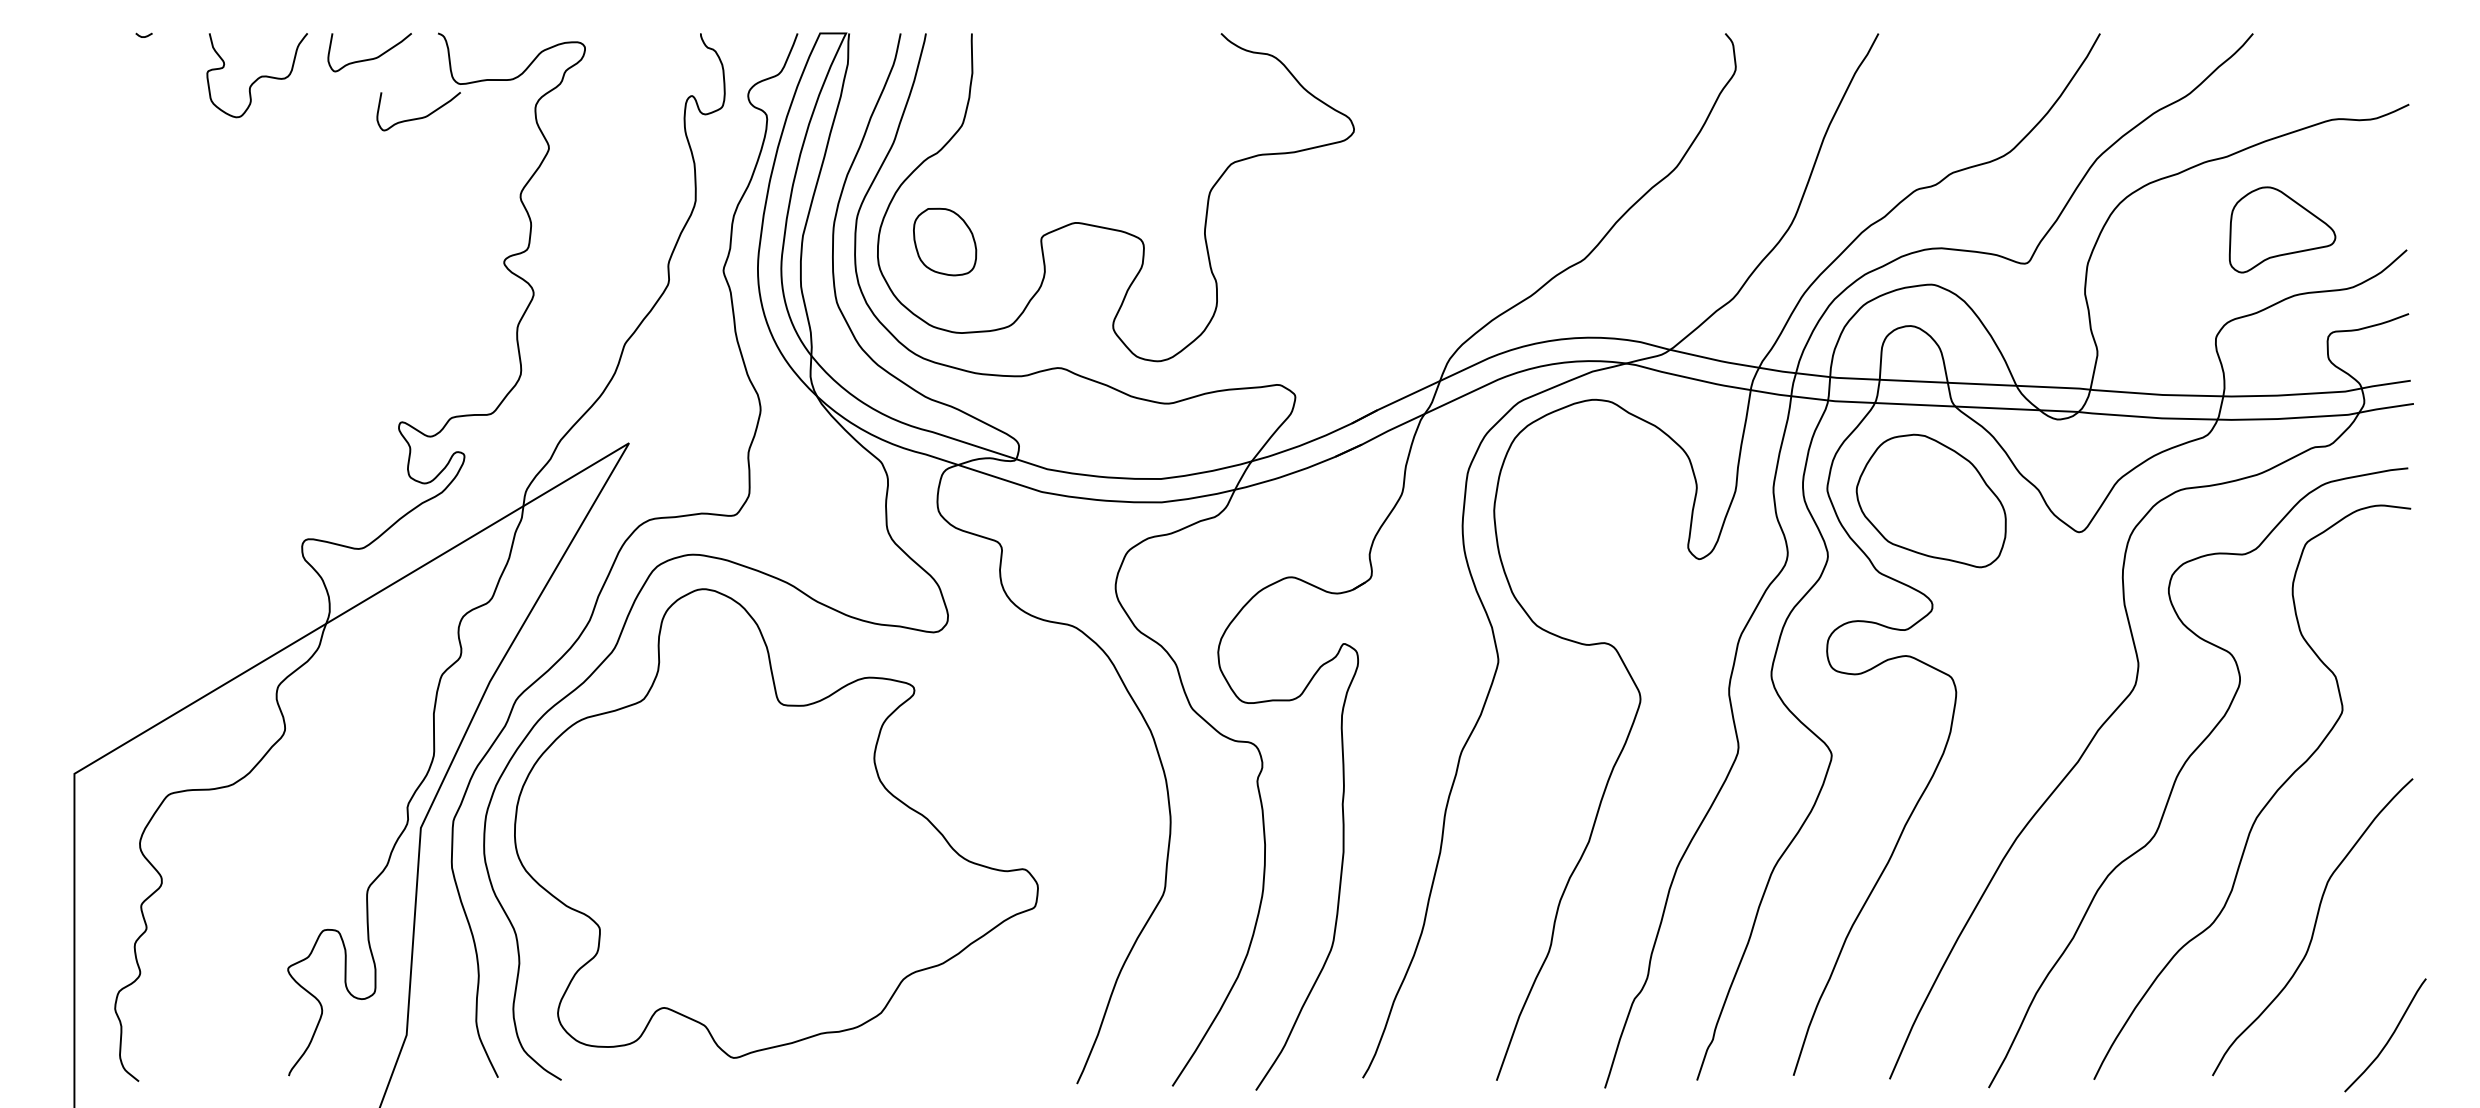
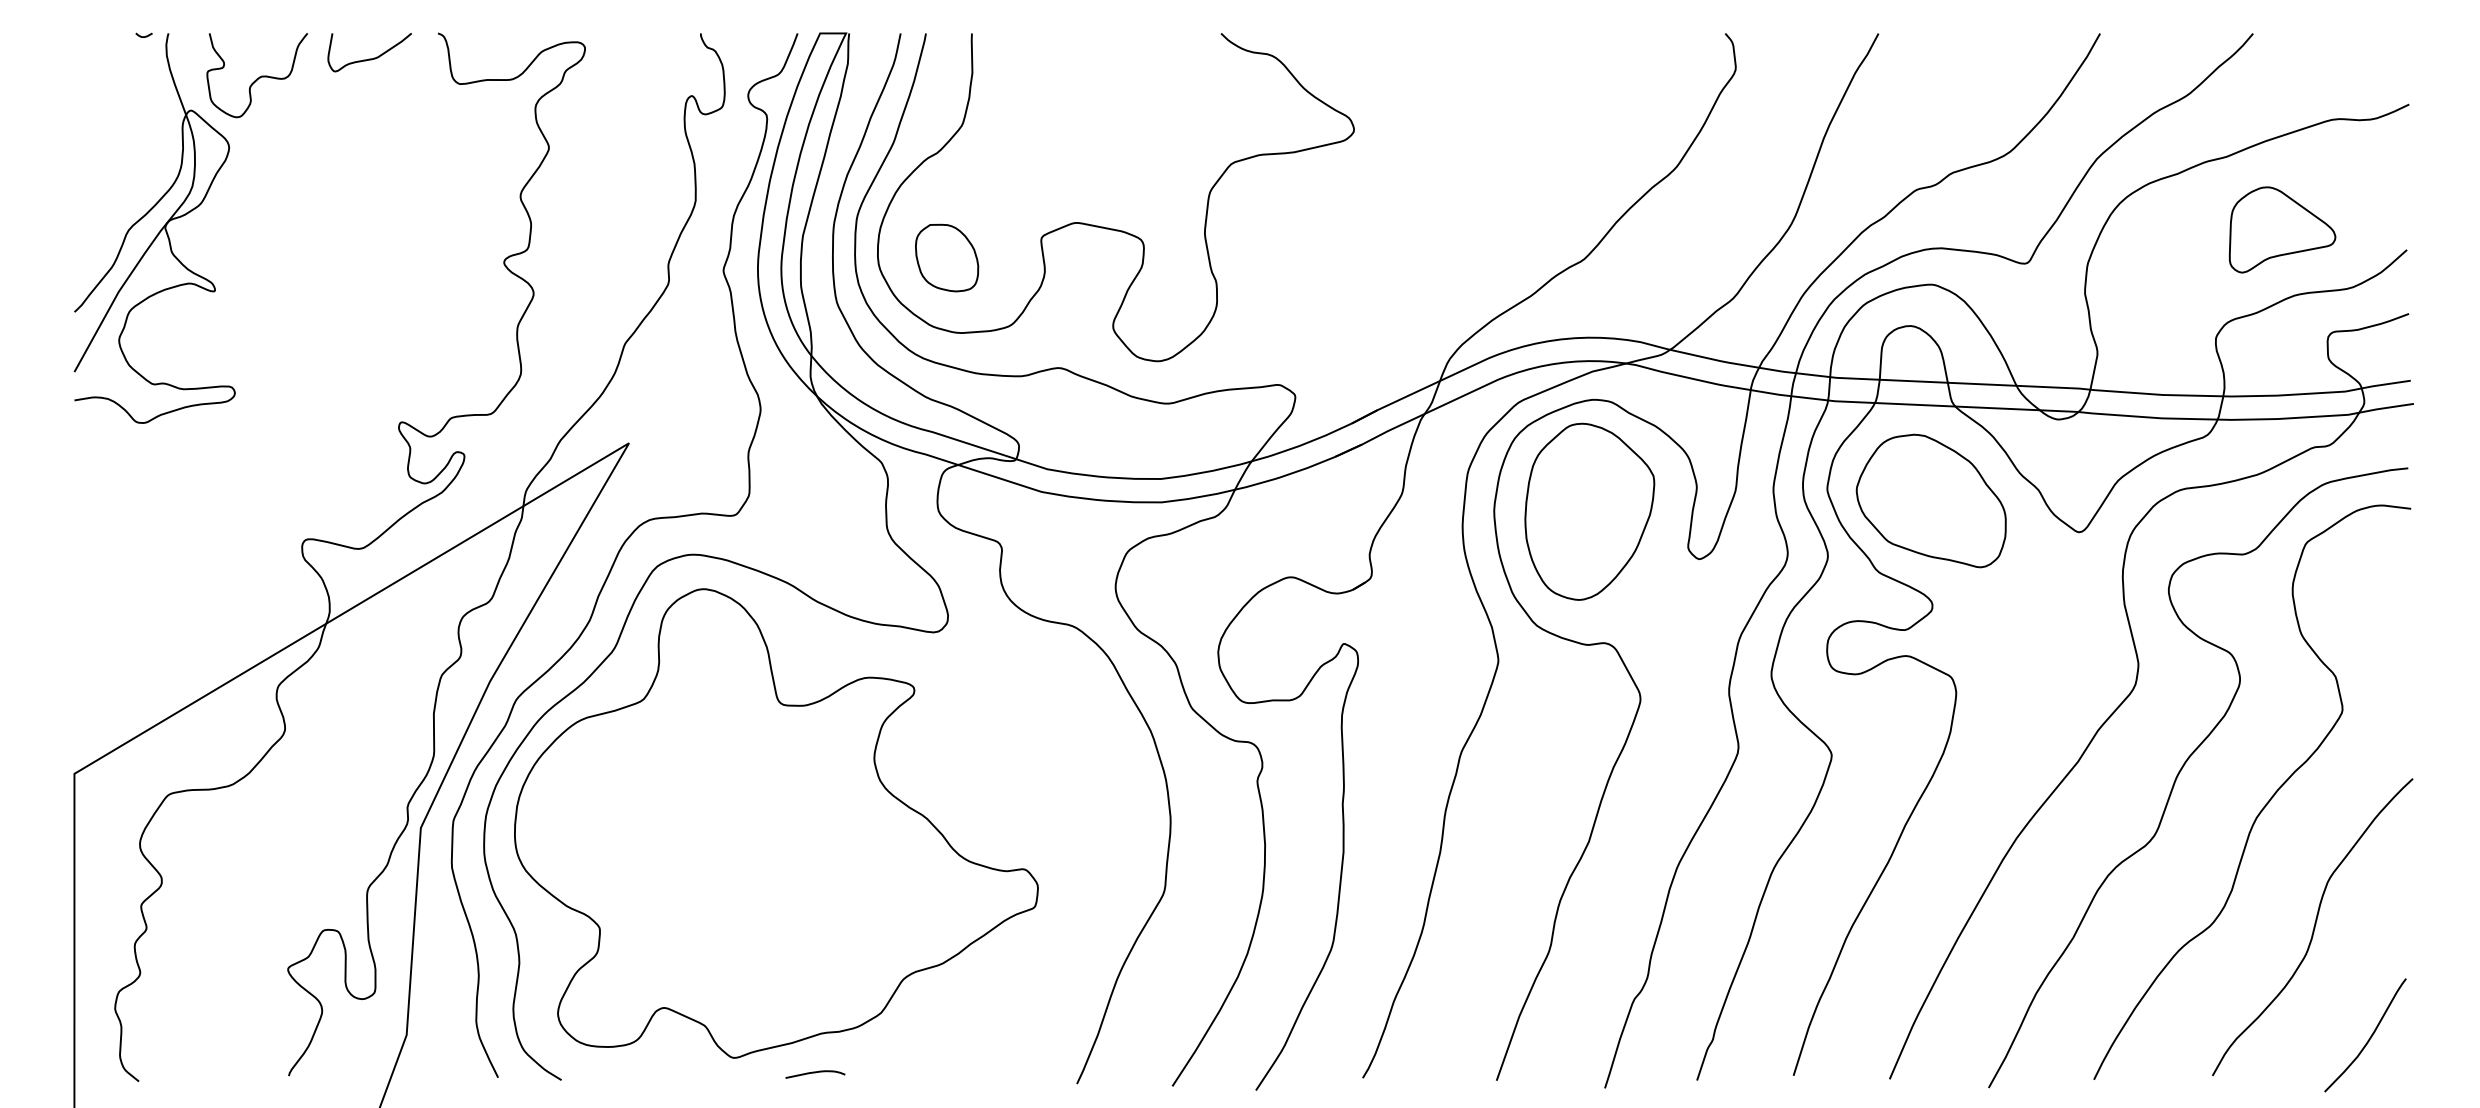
curve at (418, 117): present -> none
part at (154, 228): none -> present
part at (945, 241) position: (945, 241) -> (947, 257)
part at (1589, 511): none -> present
curve at (2389, 1037) position: (2389, 1037) -> (2369, 1037)
curve at (815, 1073): none -> present
